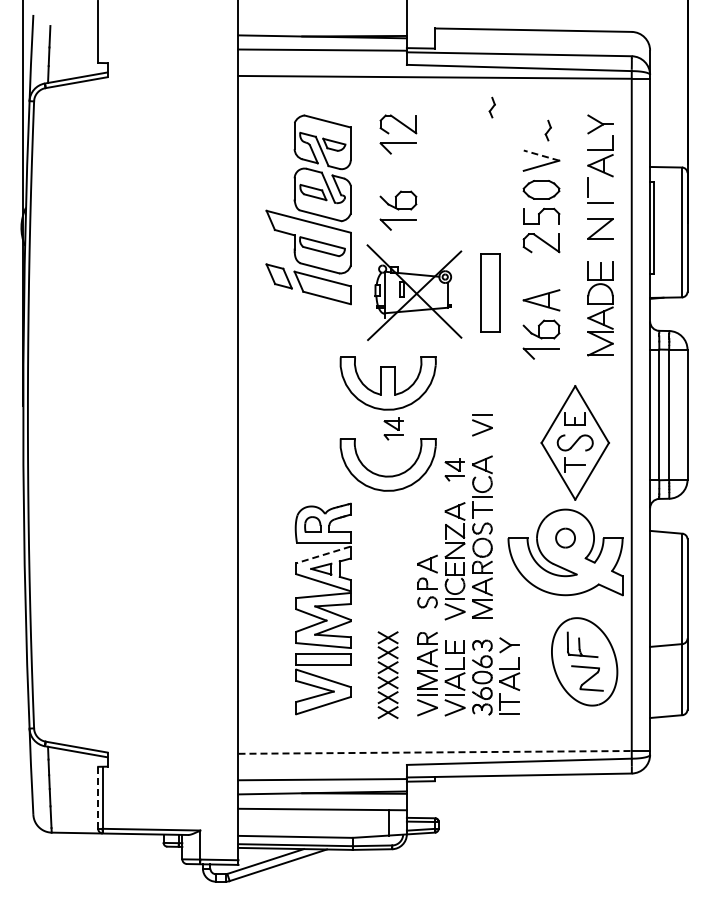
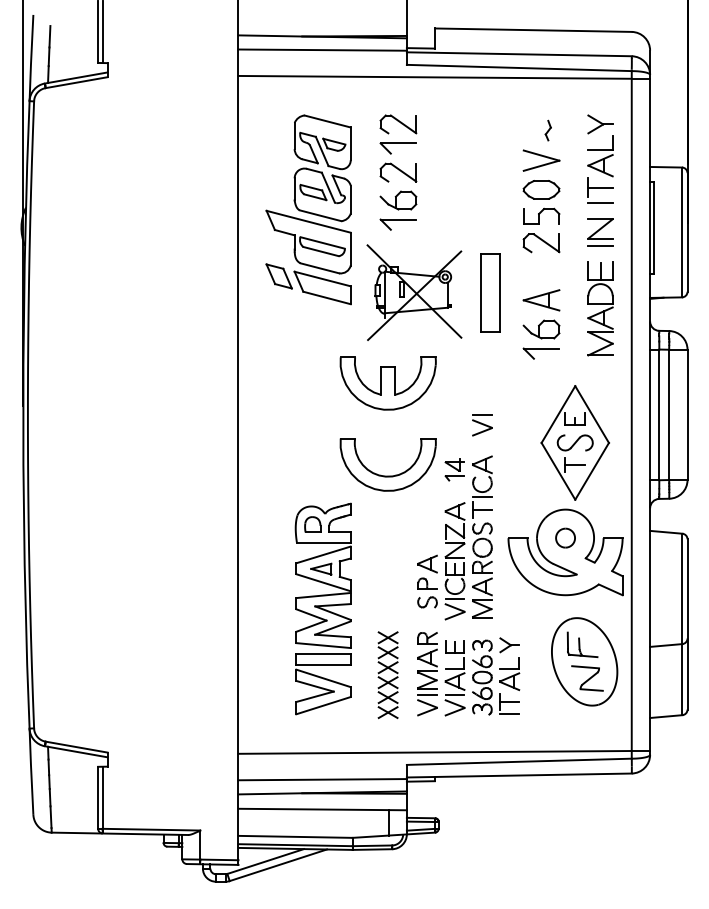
line at (102, 32): none -> present
part at (491, 107): present -> none
line at (541, 155): dashed -> solid
part at (398, 172): none -> present
line at (600, 187): none -> present
line at (600, 245): none -> present
part at (393, 428): present -> none
line at (323, 555): dashed -> solid
line at (435, 752): dashed -> solid
line at (98, 798): dashed -> solid
